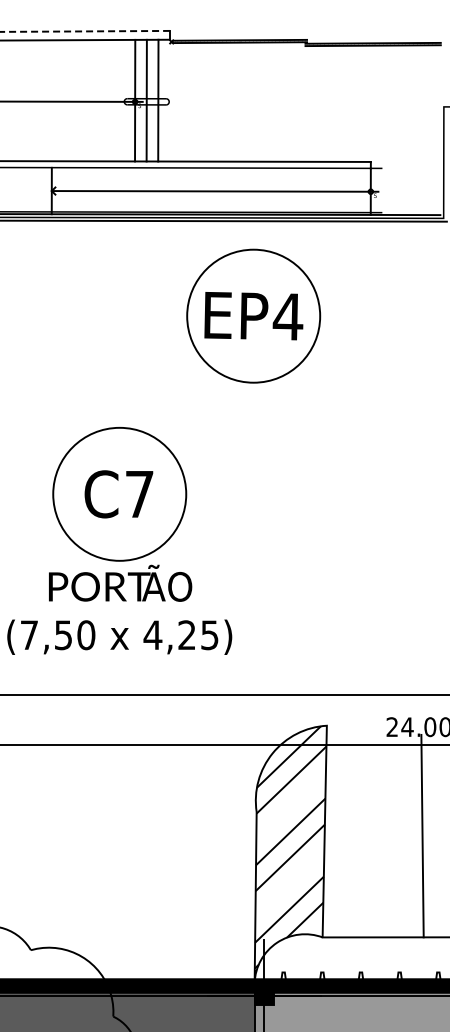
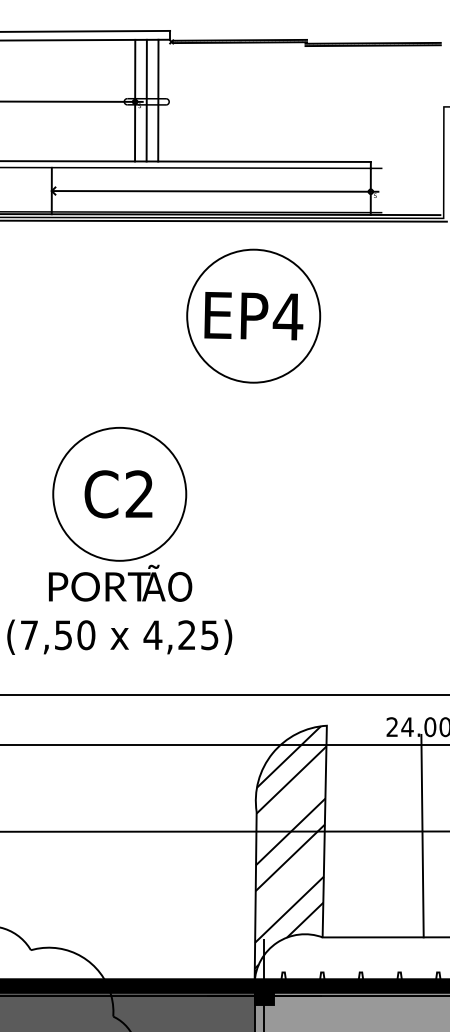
line at (85, 31): dashed -> solid
text at (139, 493): C7 -> C2
line at (224, 831): none -> present
